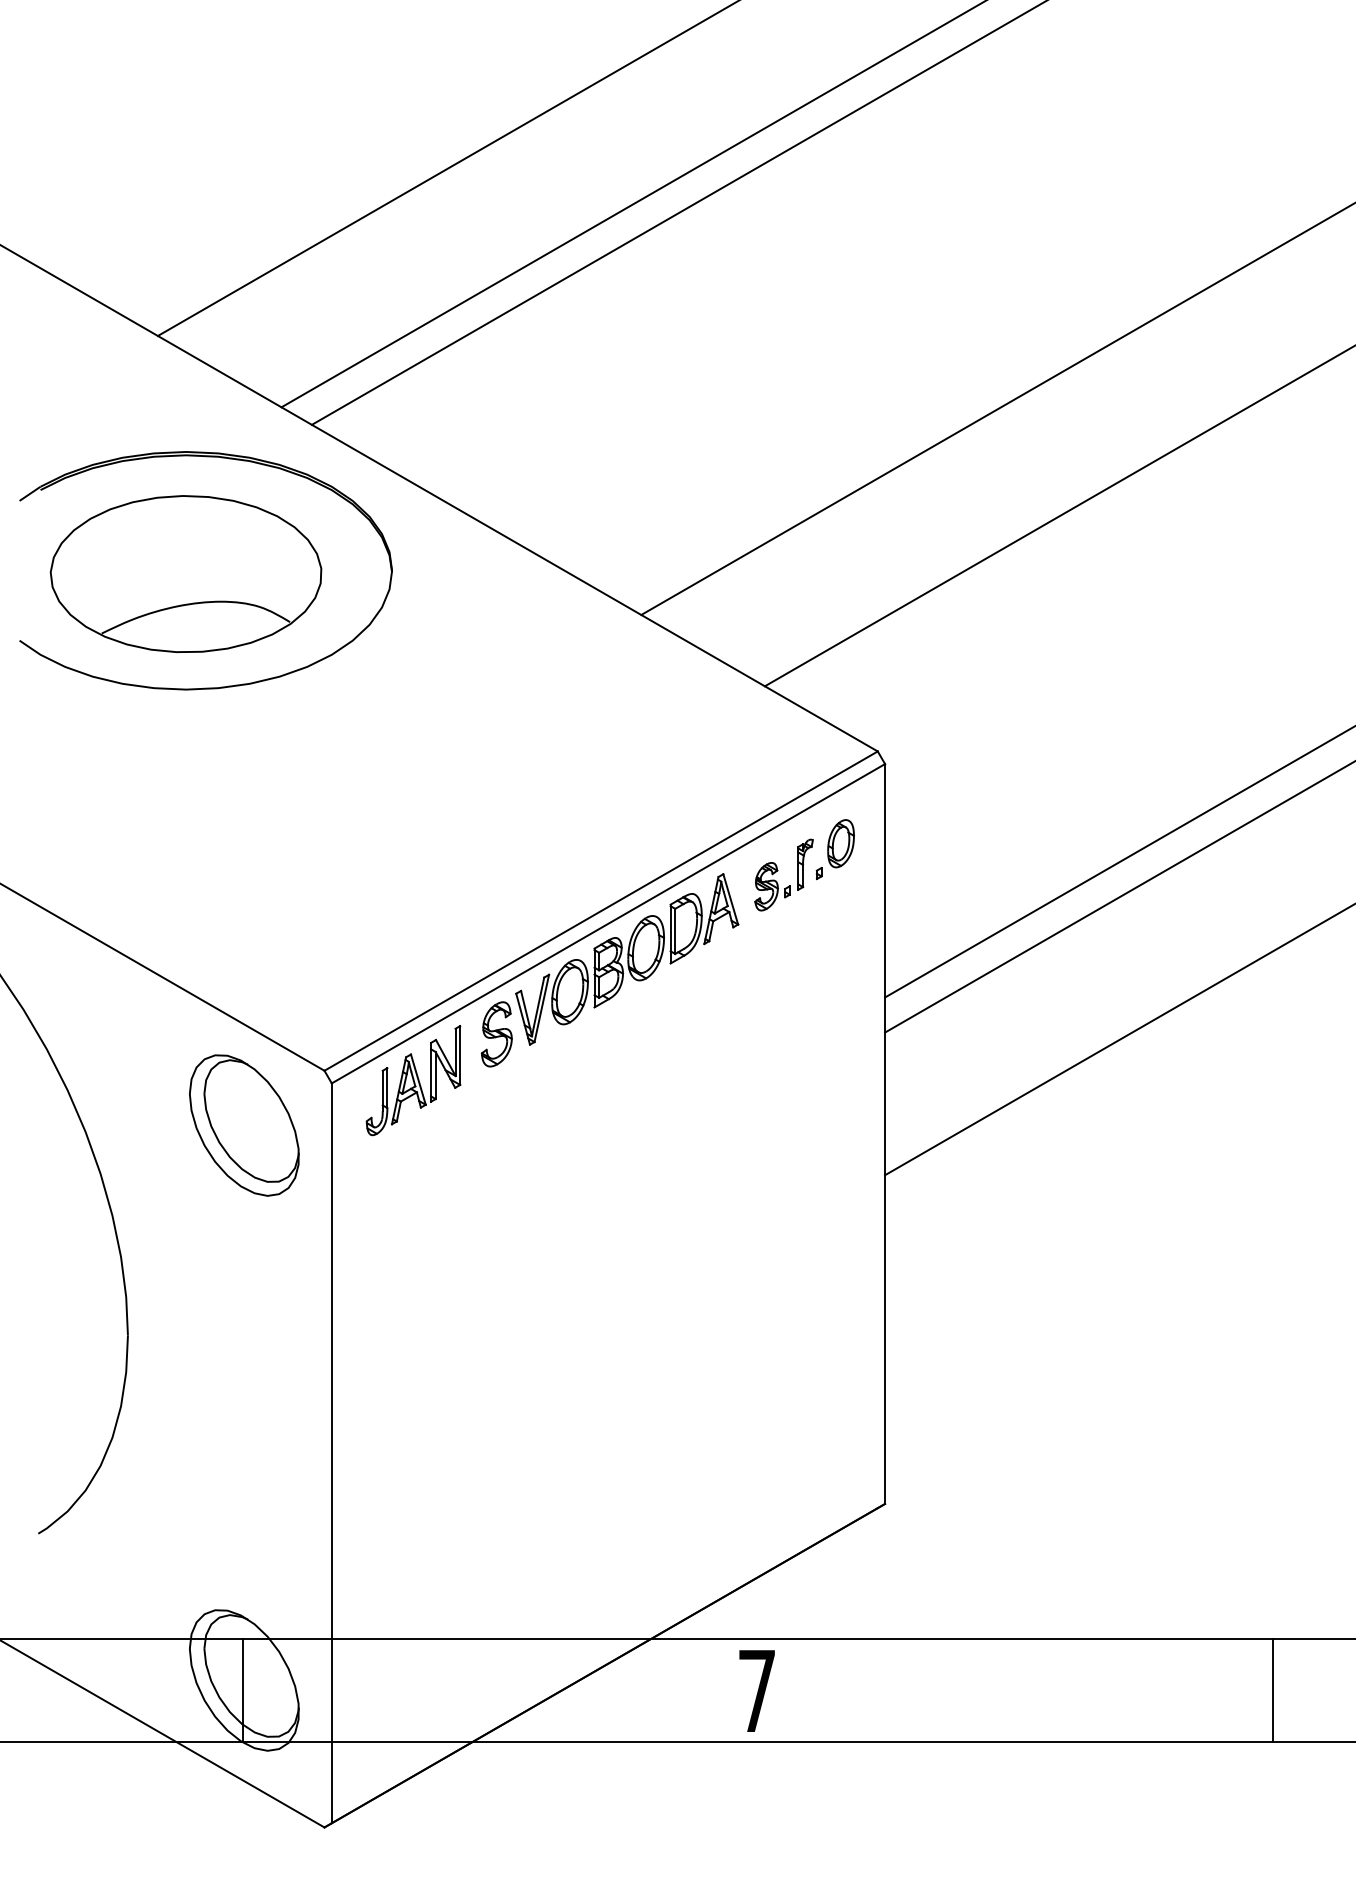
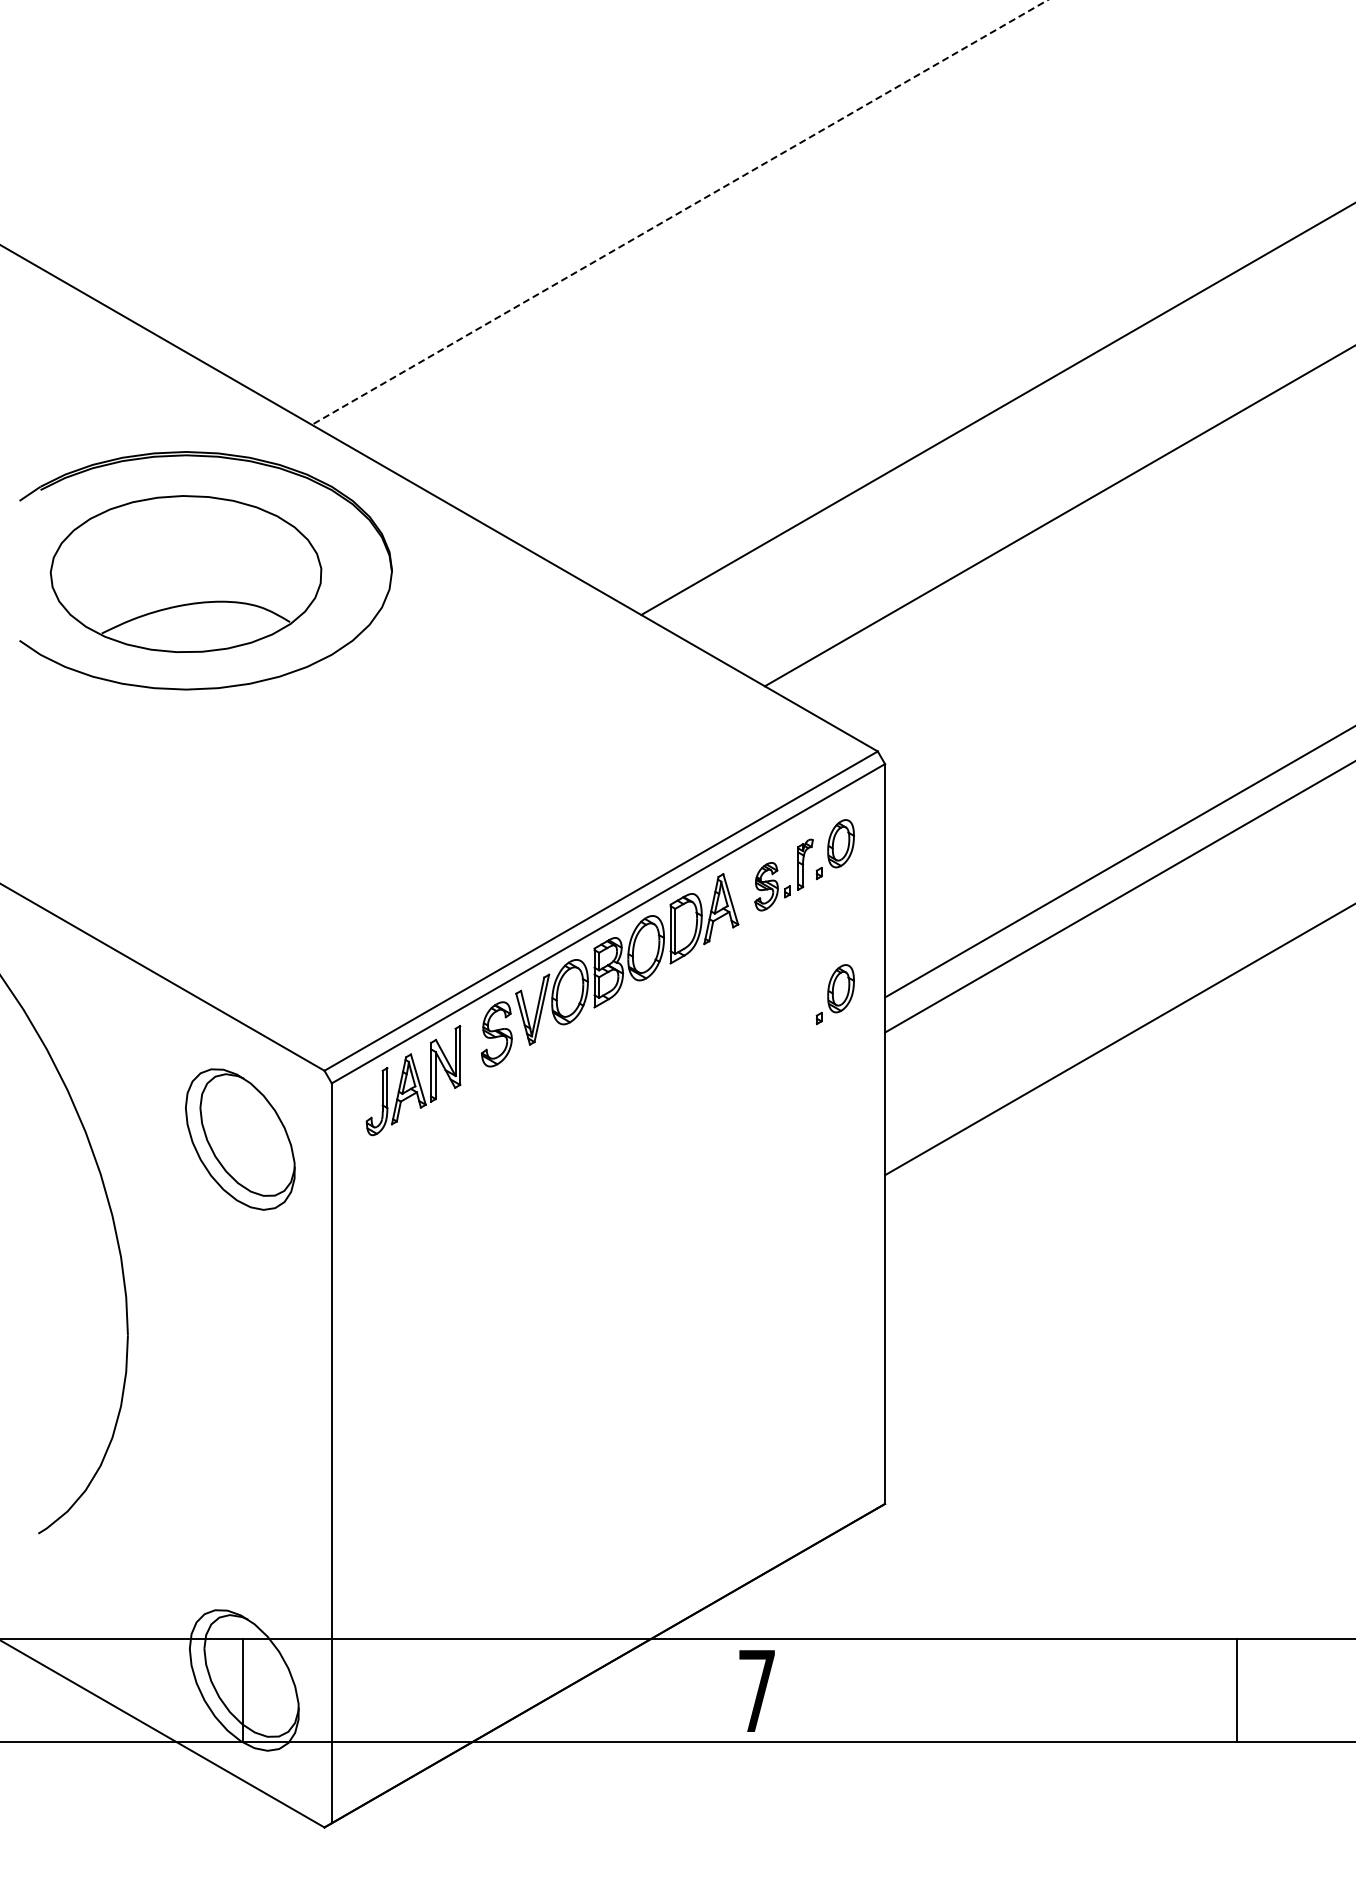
line at (446, 168): present -> none
line at (632, 204): present -> none
line at (679, 212): solid -> dashed
part at (834, 994): none -> present
part at (244, 1125) position: (244, 1125) -> (240, 1139)
line at (1272, 1690) position: (1272, 1690) -> (1236, 1690)
